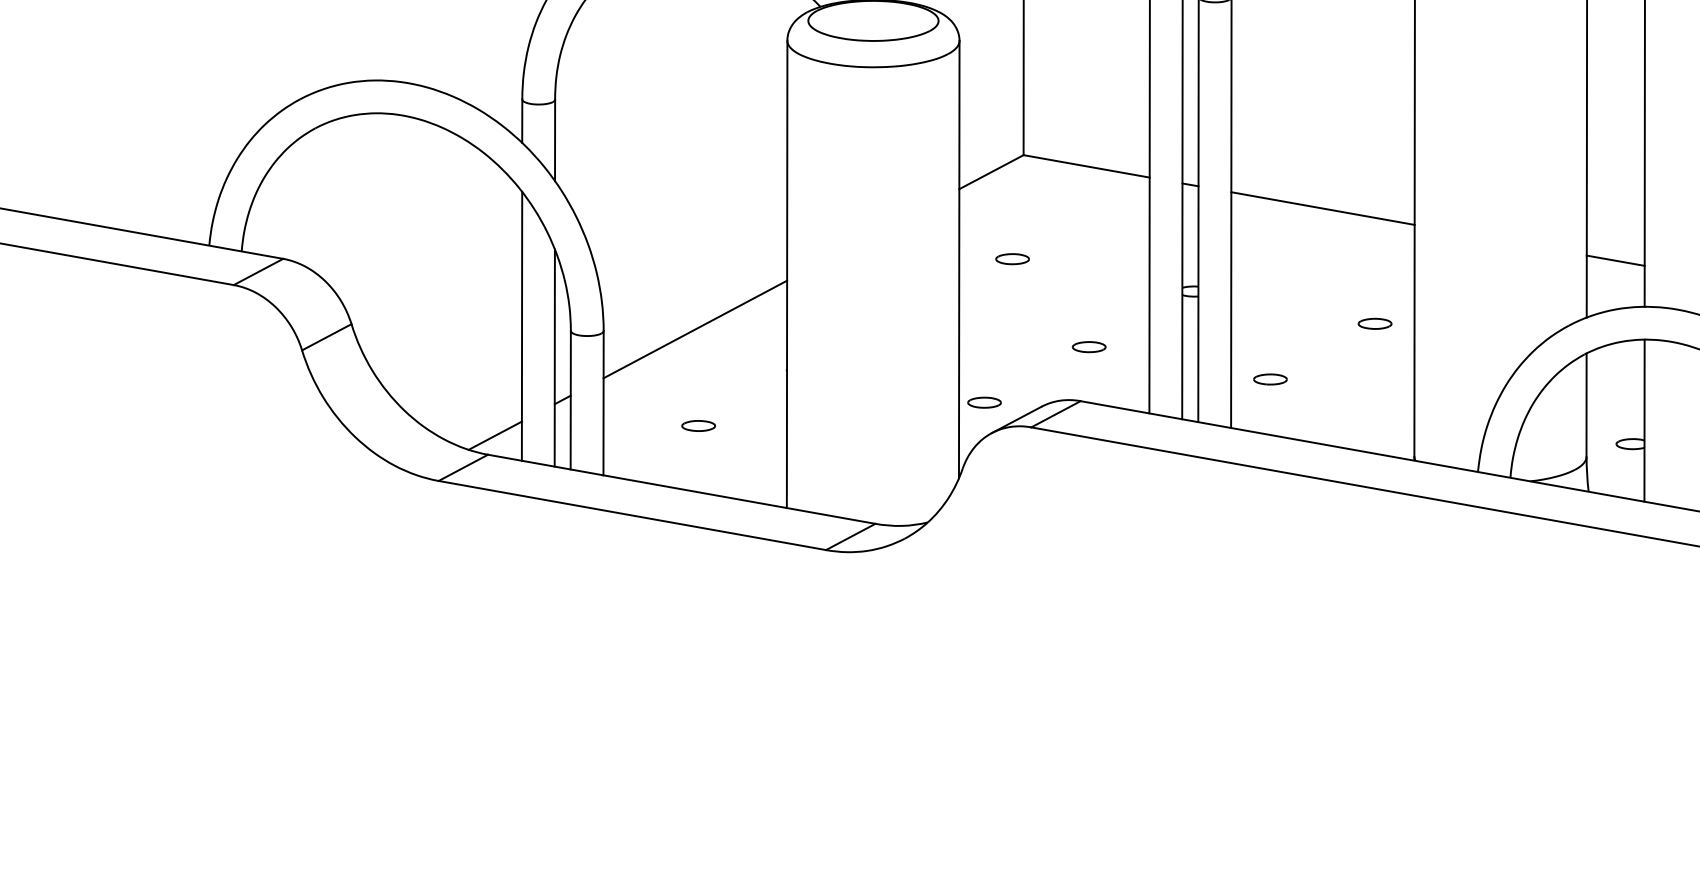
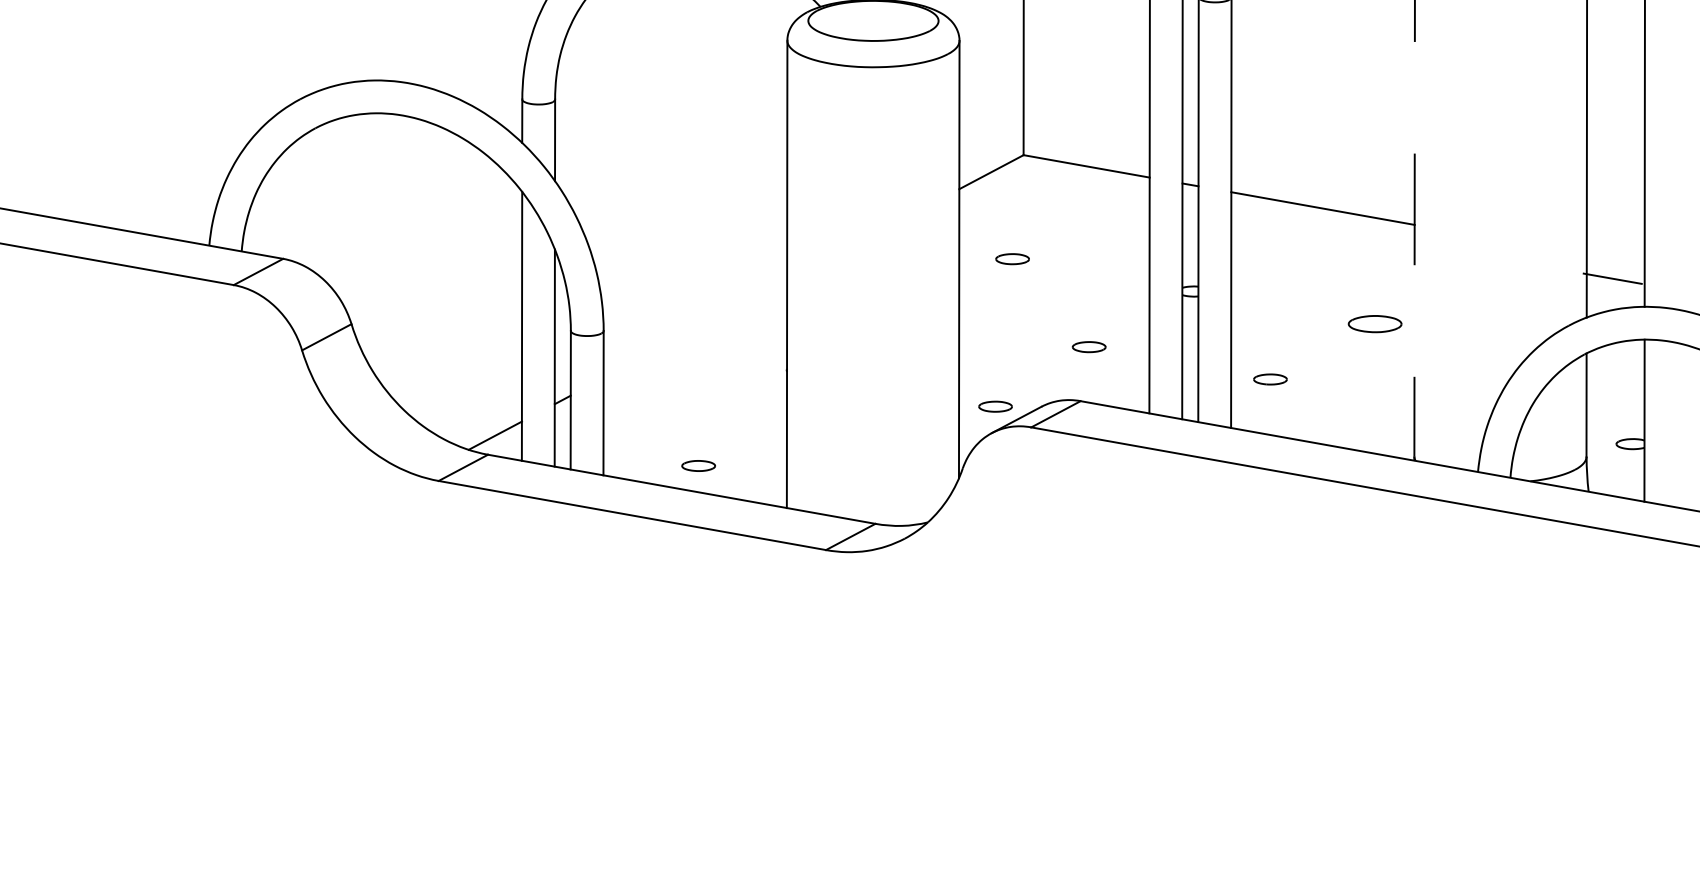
line at (1414, 228): solid -> dashed
line at (1615, 260) position: (1615, 260) -> (1612, 278)
part at (1374, 323) size: 36x13 px -> 56x19 px
line at (695, 329): present -> none
part at (984, 402) position: (984, 402) -> (995, 406)
part at (698, 425) position: (698, 425) -> (698, 465)
